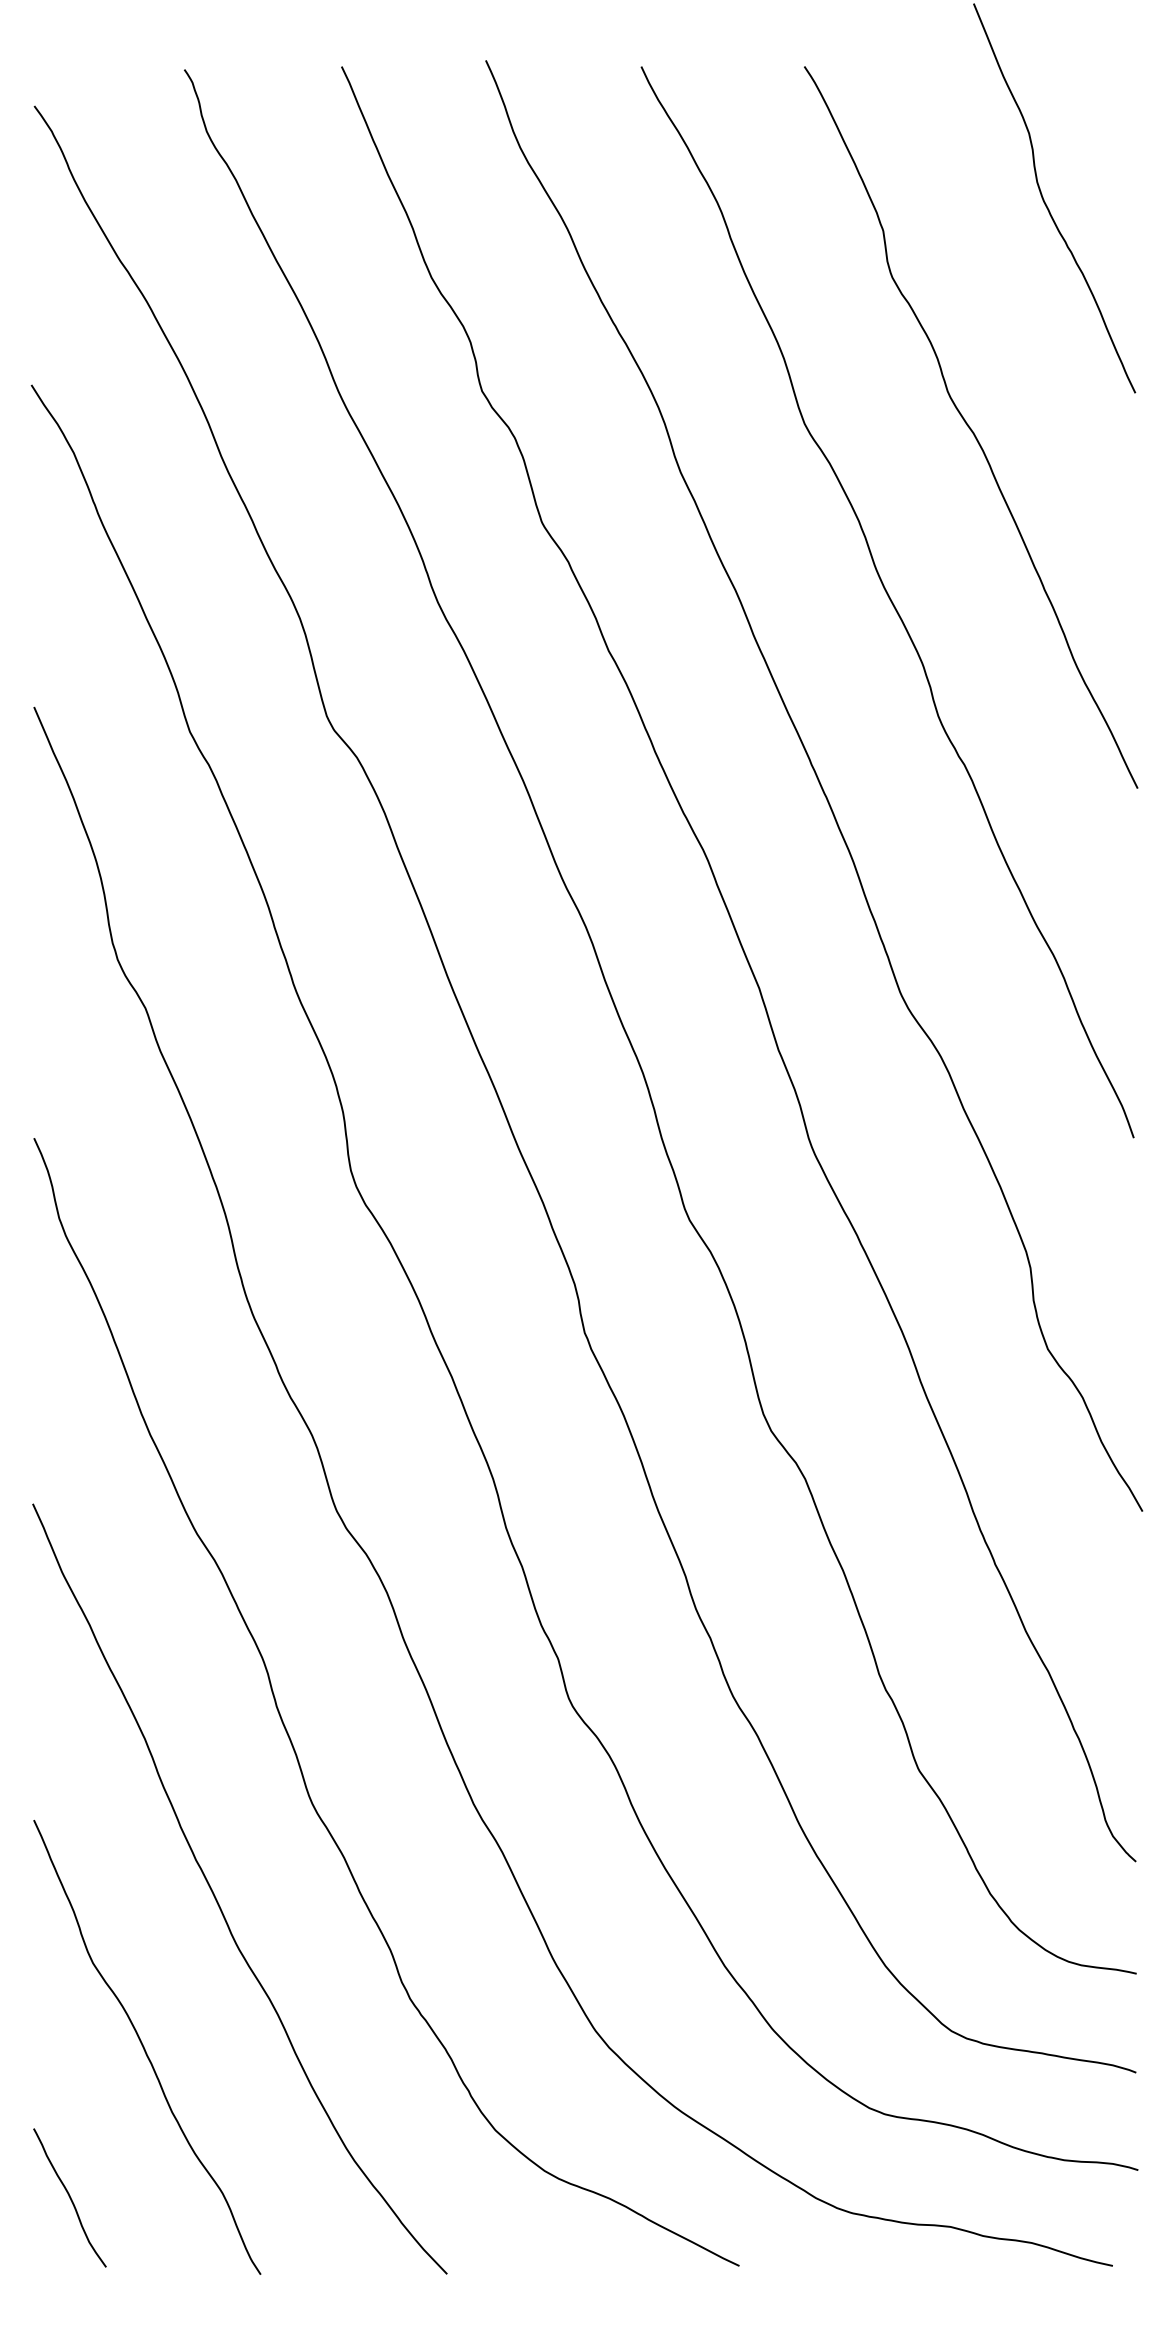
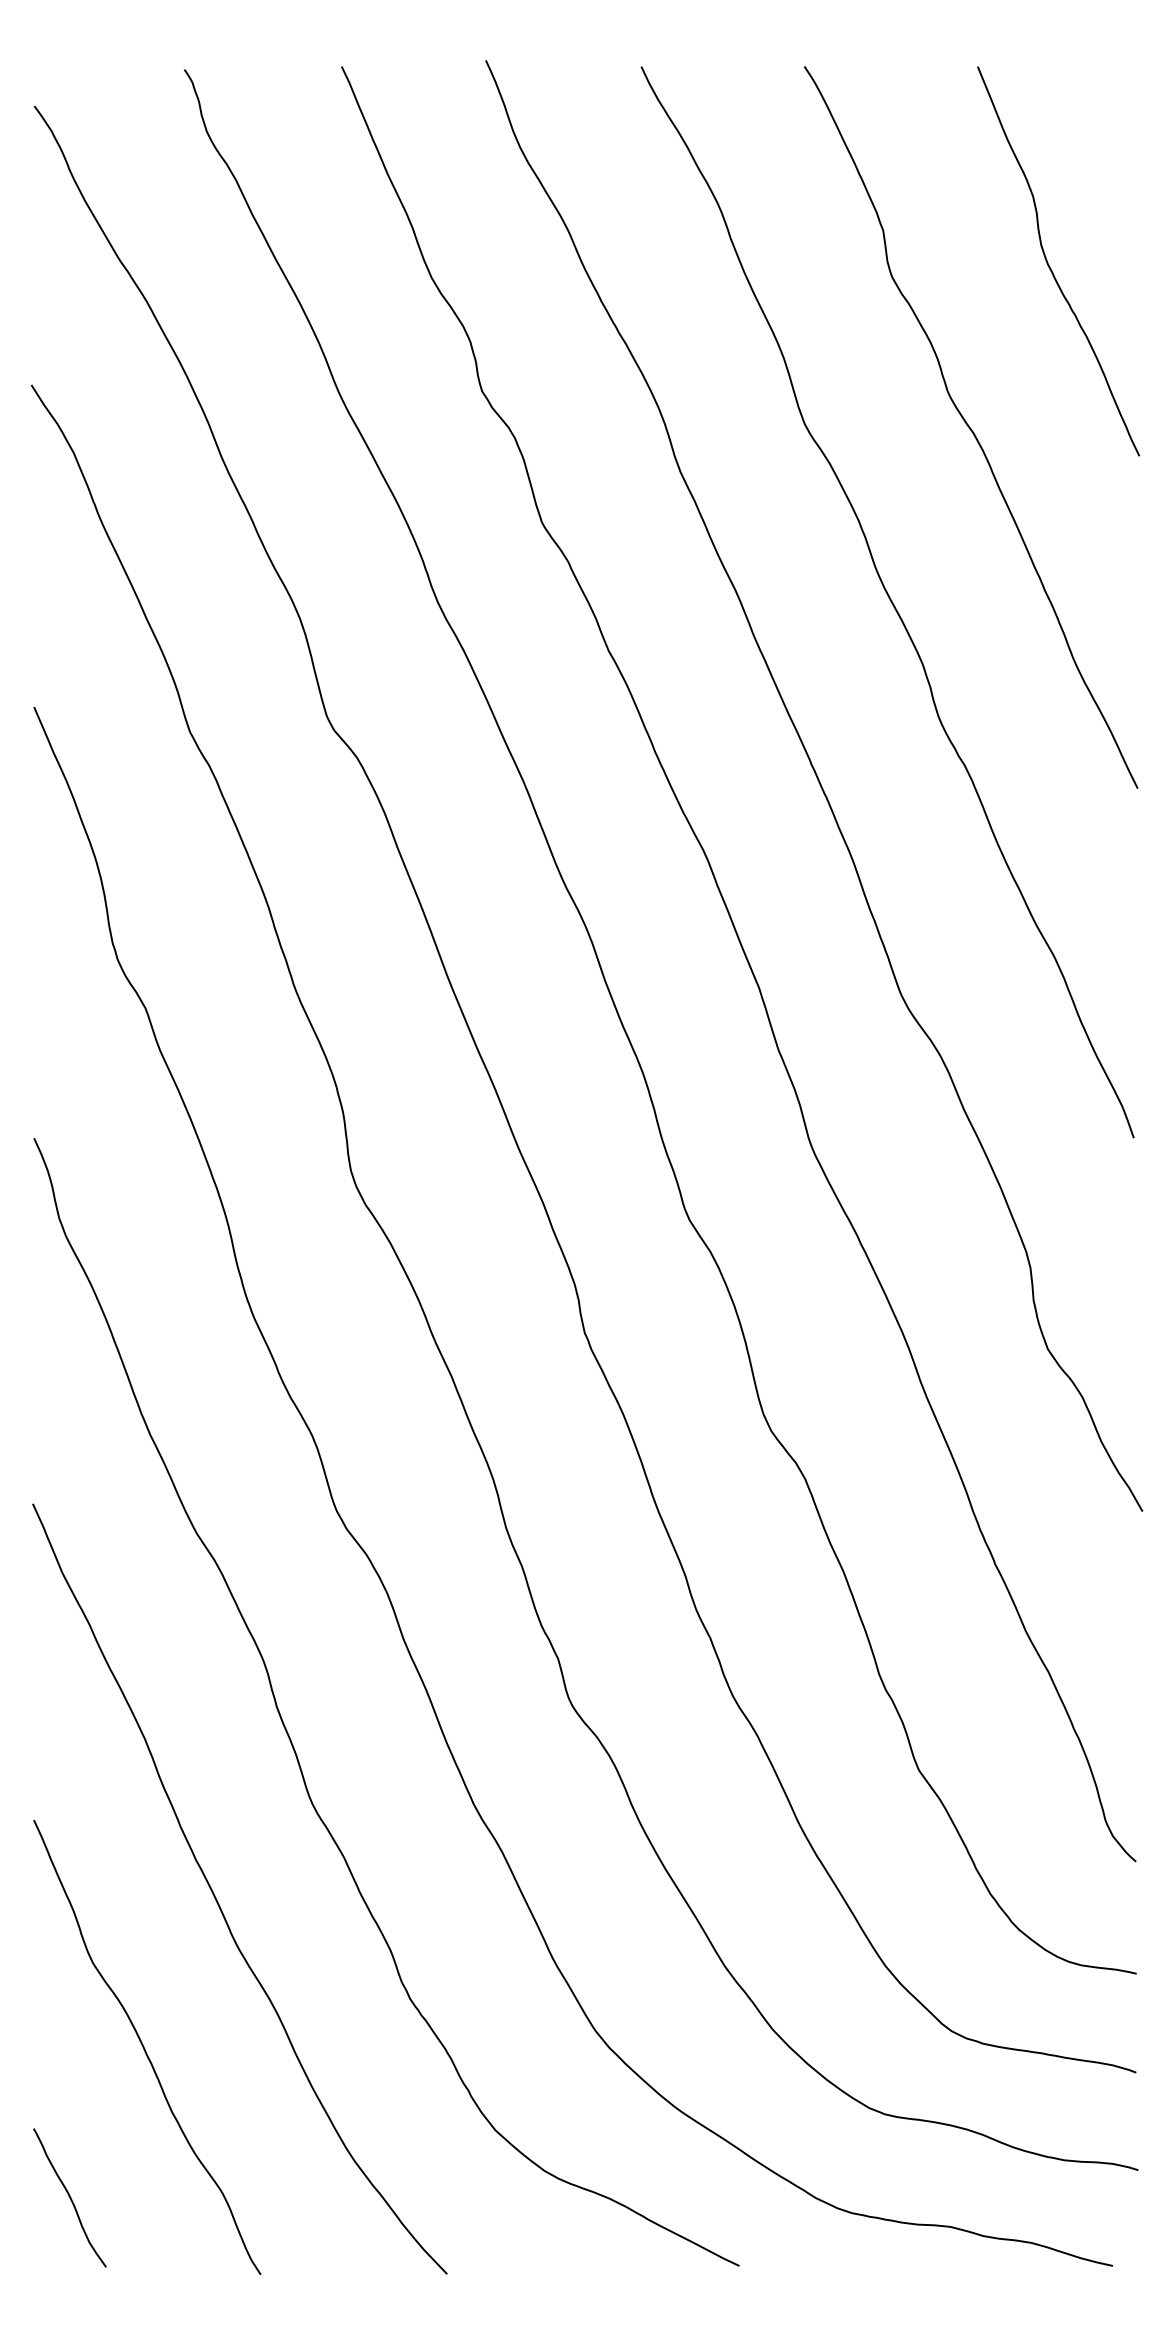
curve at (1046, 203) position: (1046, 203) -> (1050, 266)
